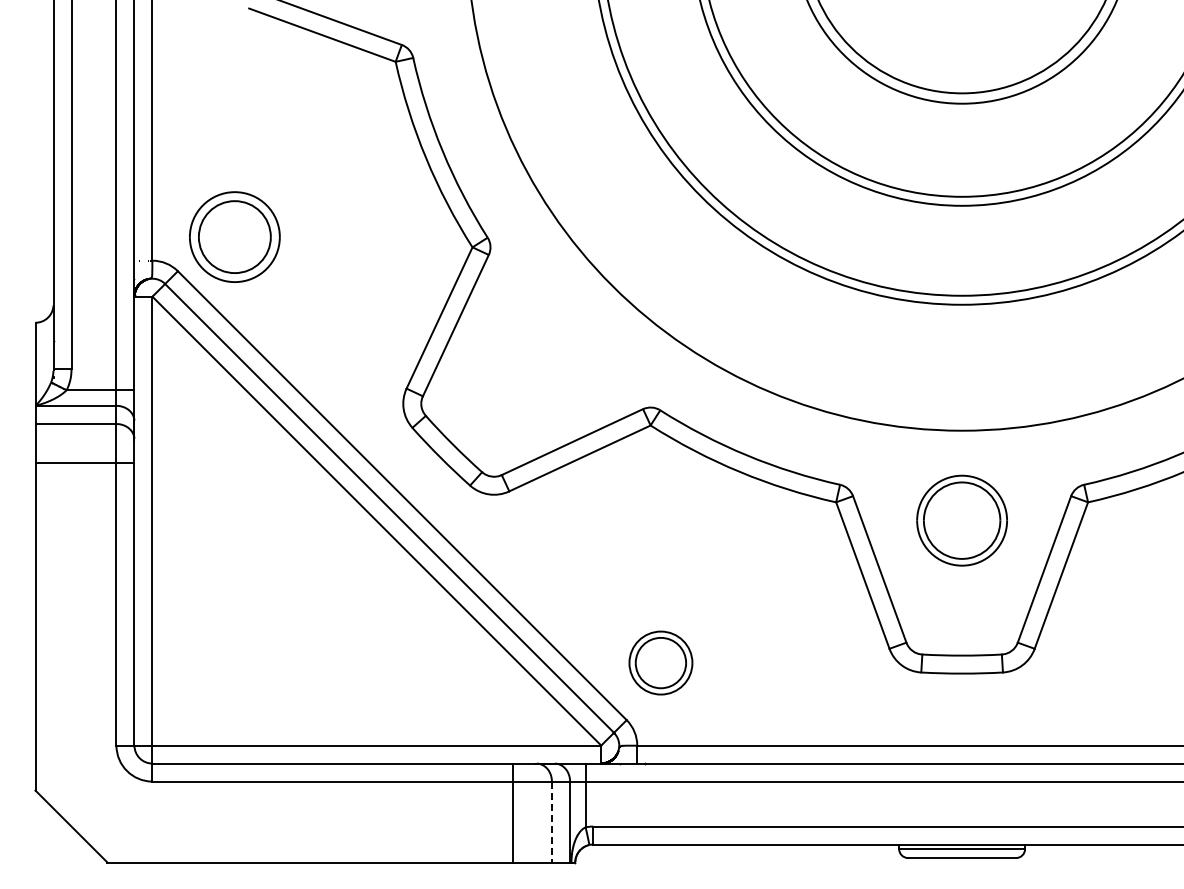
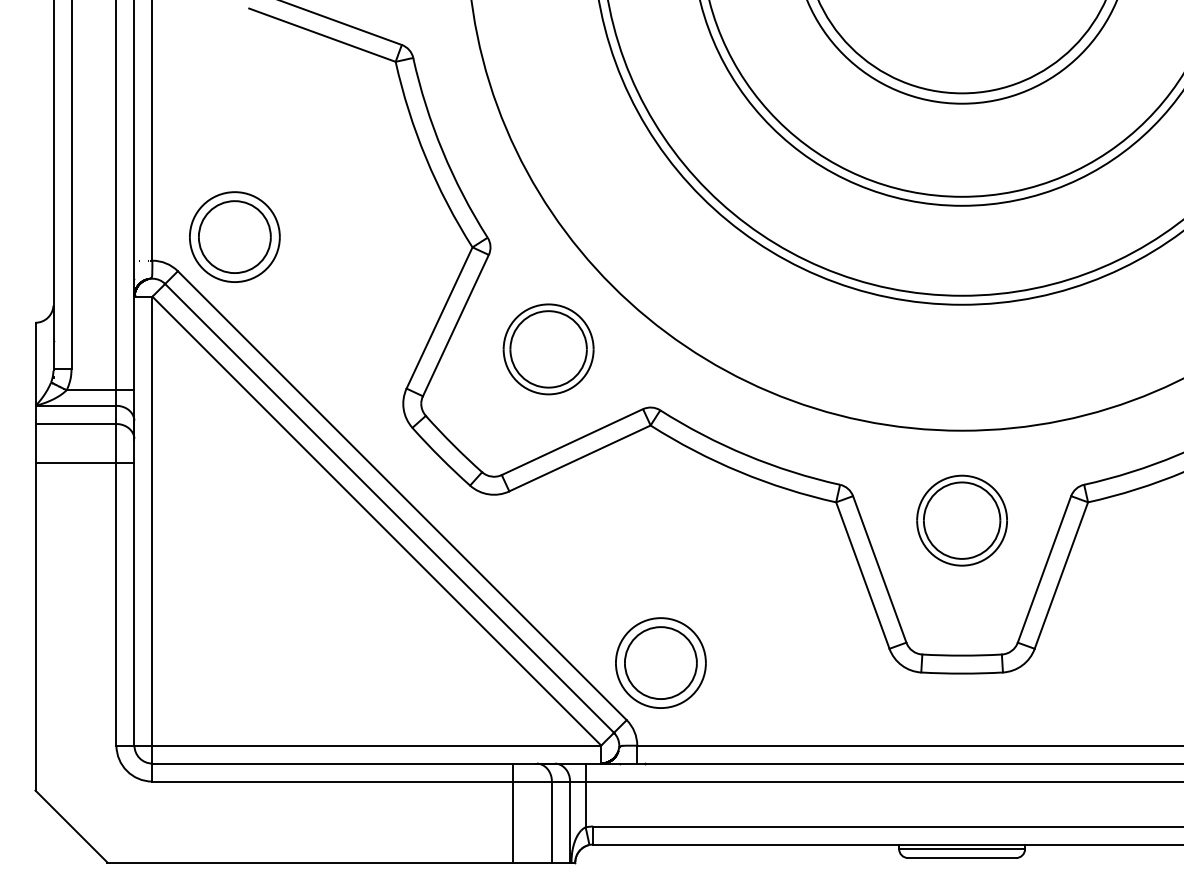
part at (548, 349): none -> present
part at (660, 662) size: 66x66 px -> 92x92 px
line at (551, 822): dashed -> solid
